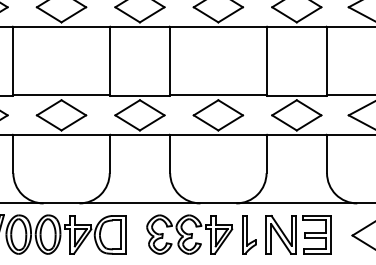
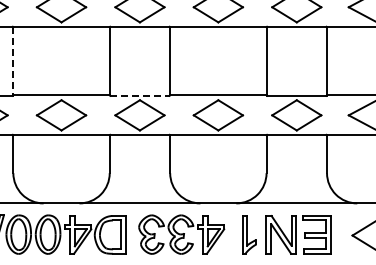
line at (13, 61): solid -> dashed
line at (139, 95): solid -> dashed
part at (189, 234) position: (189, 234) -> (181, 234)
